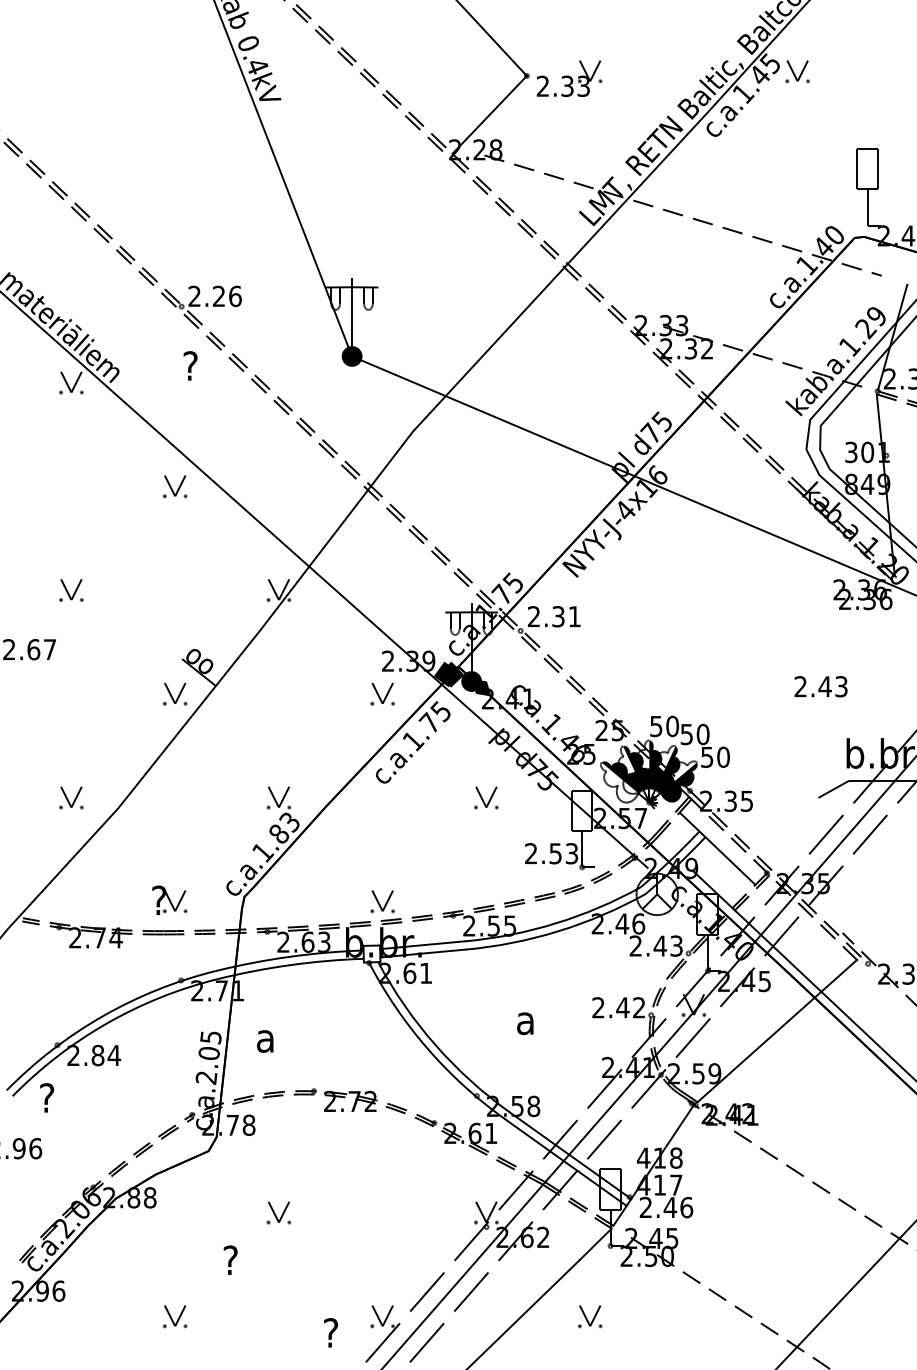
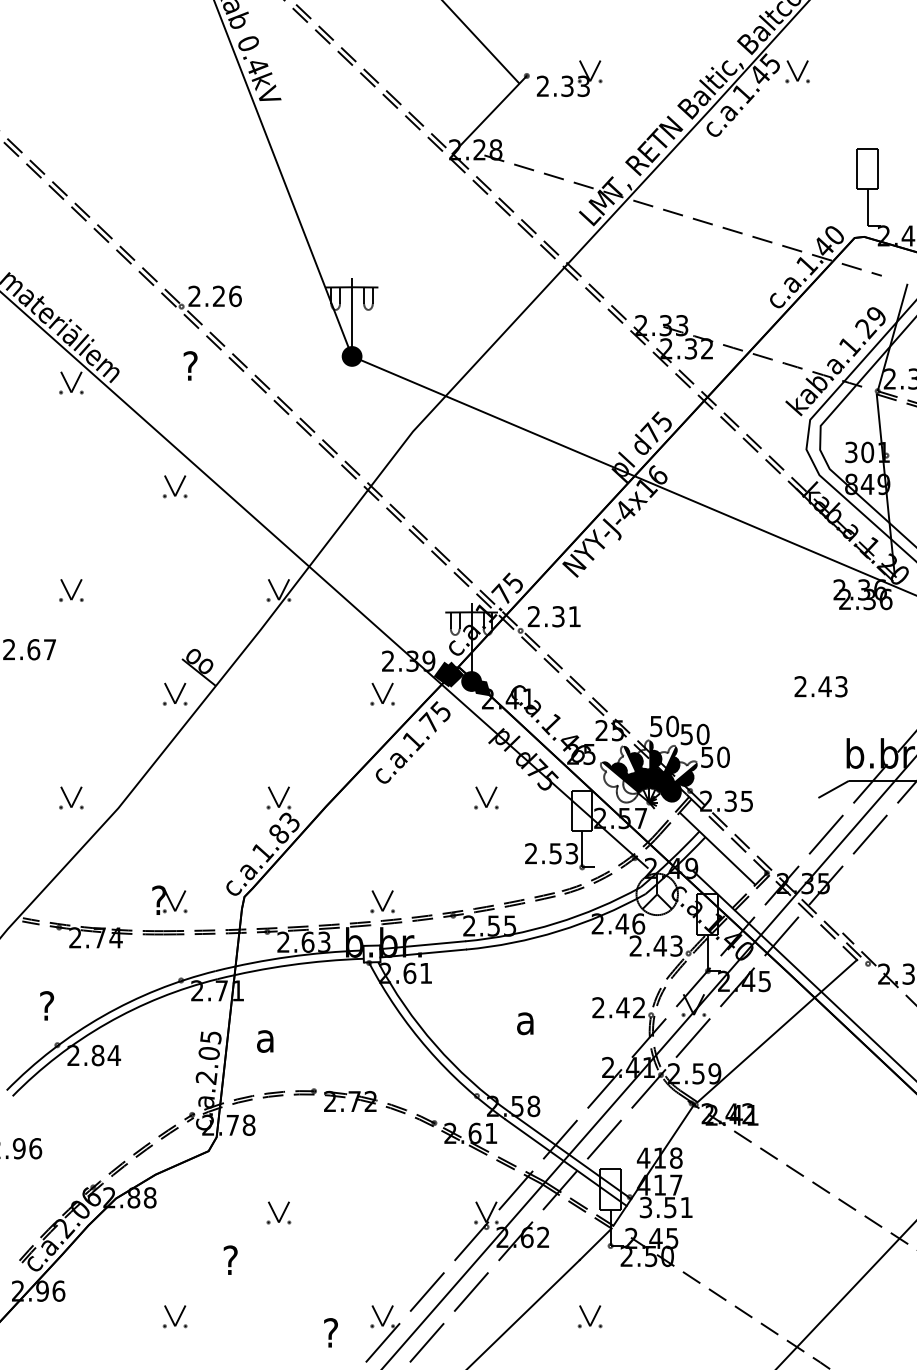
line at (492, 38) position: (492, 38) -> (480, 42)
text at (47, 1097) position: (47, 1097) -> (47, 1005)
text at (666, 1207): 2.46 -> 3.51
